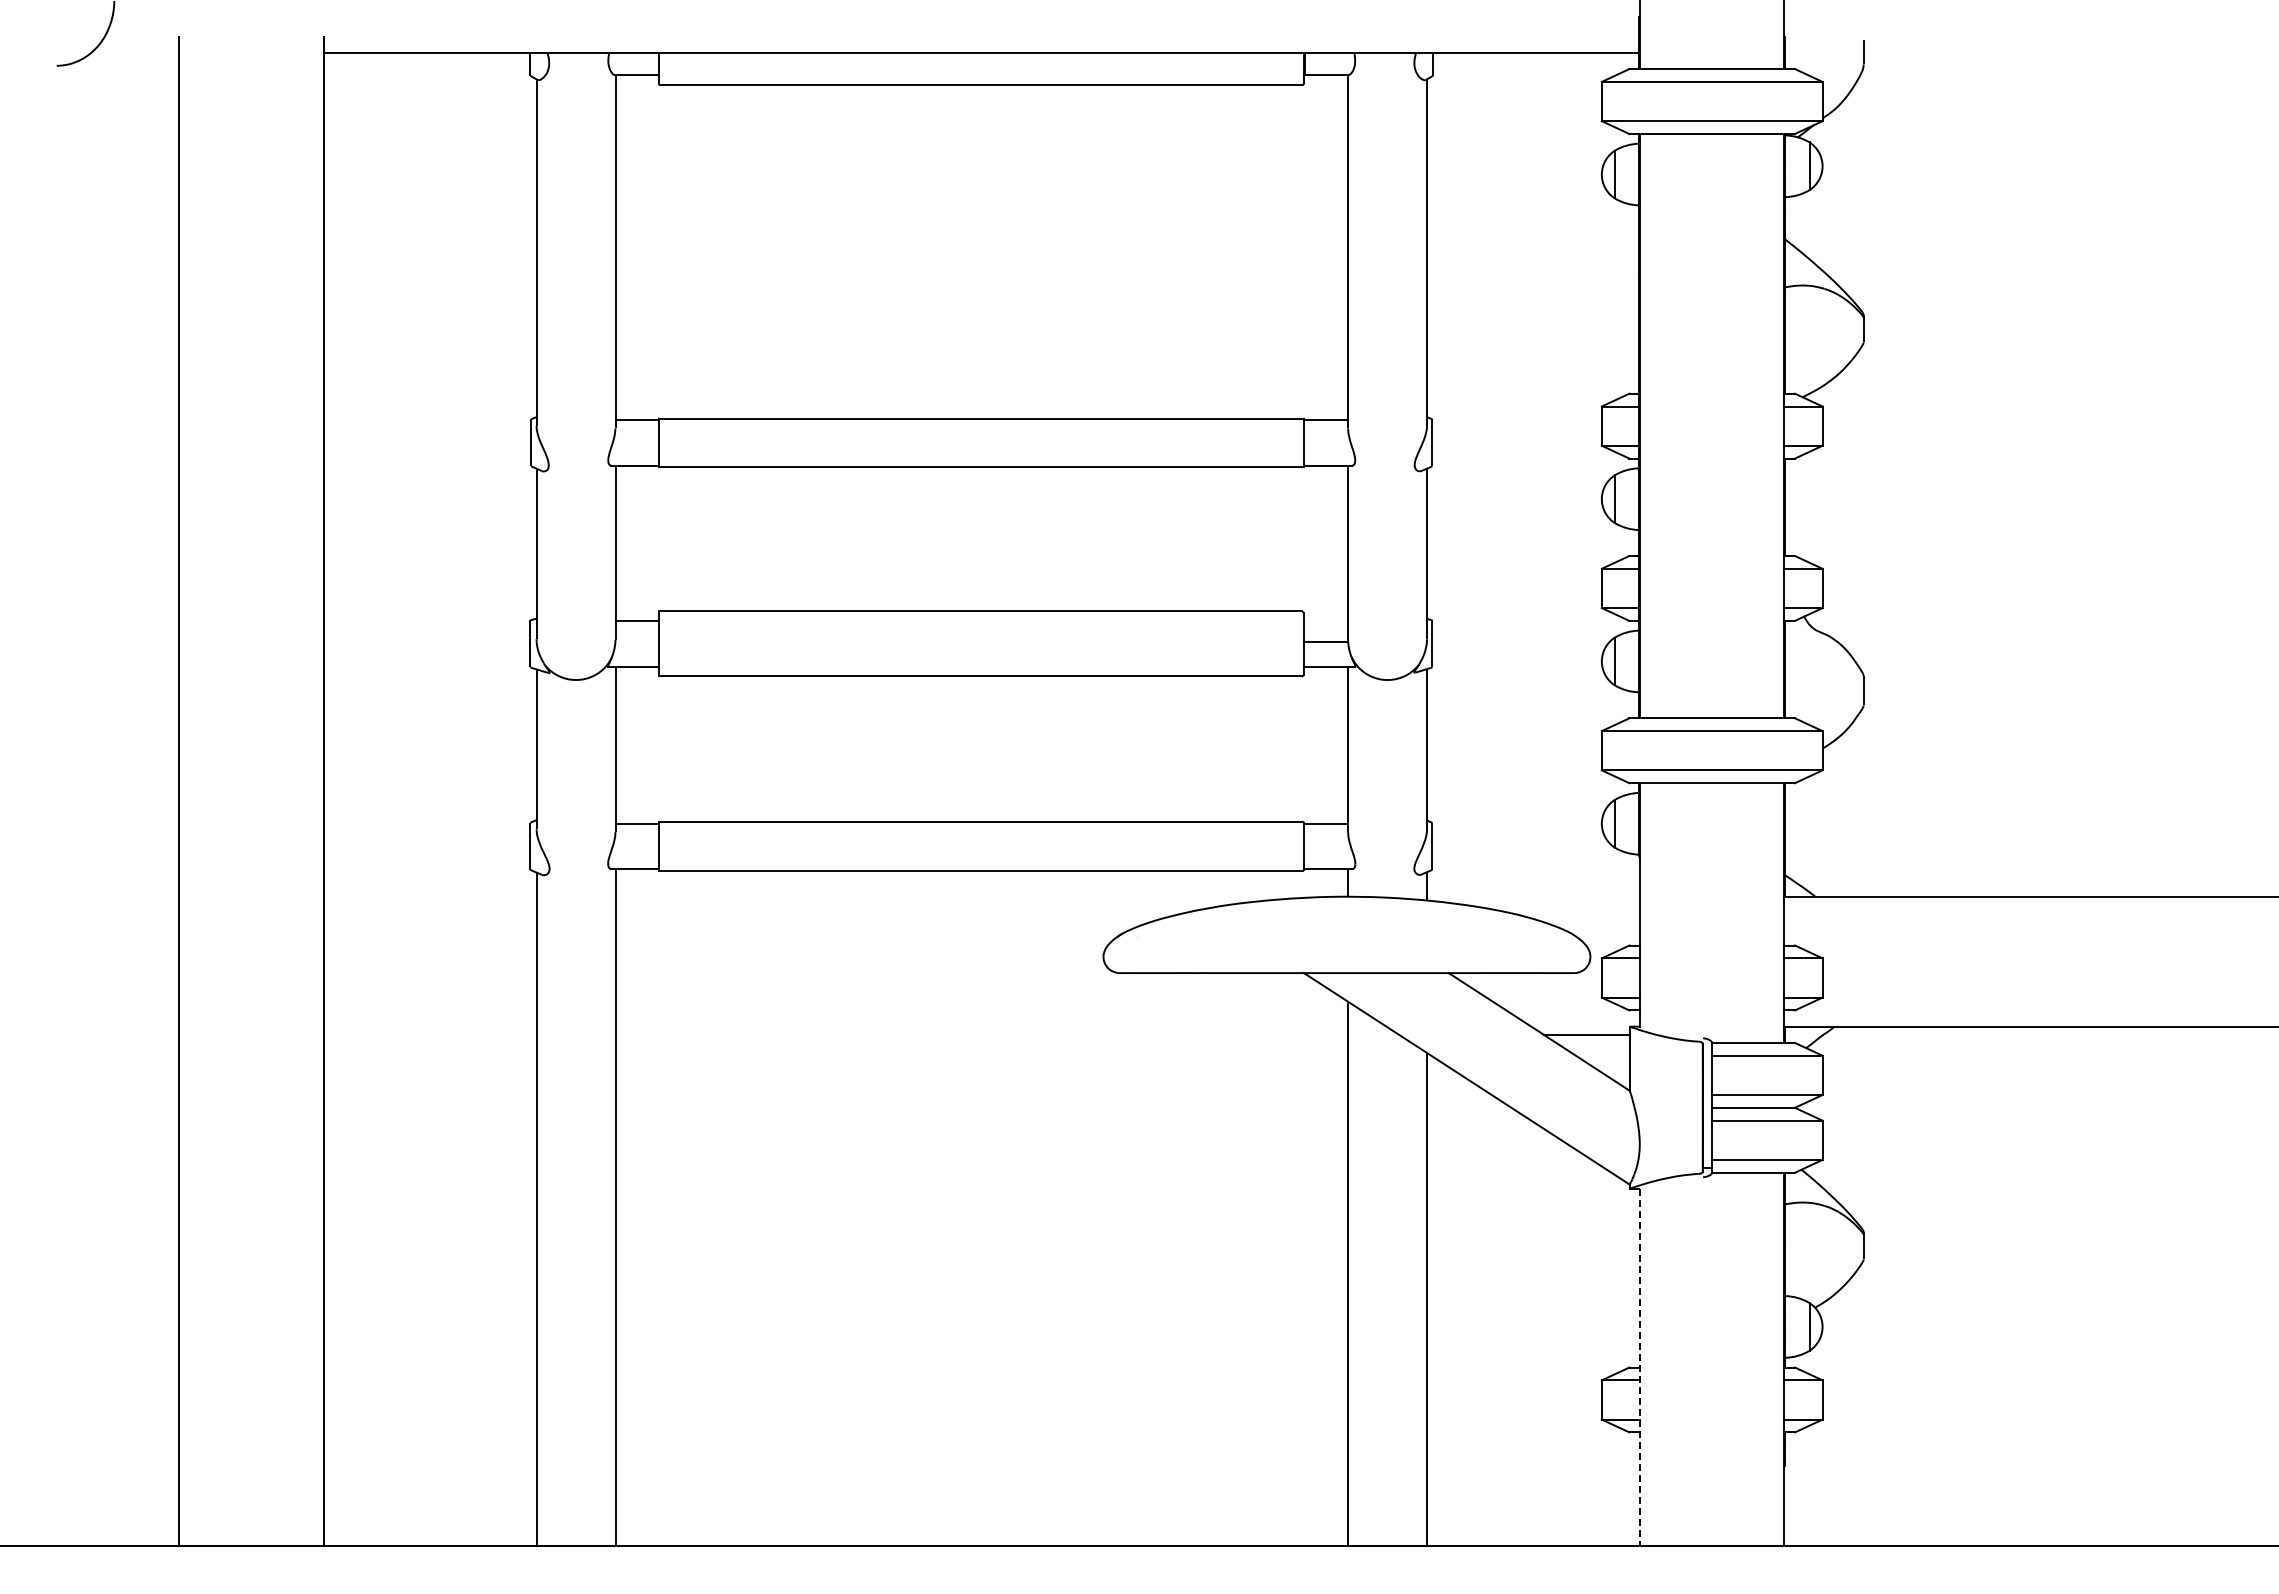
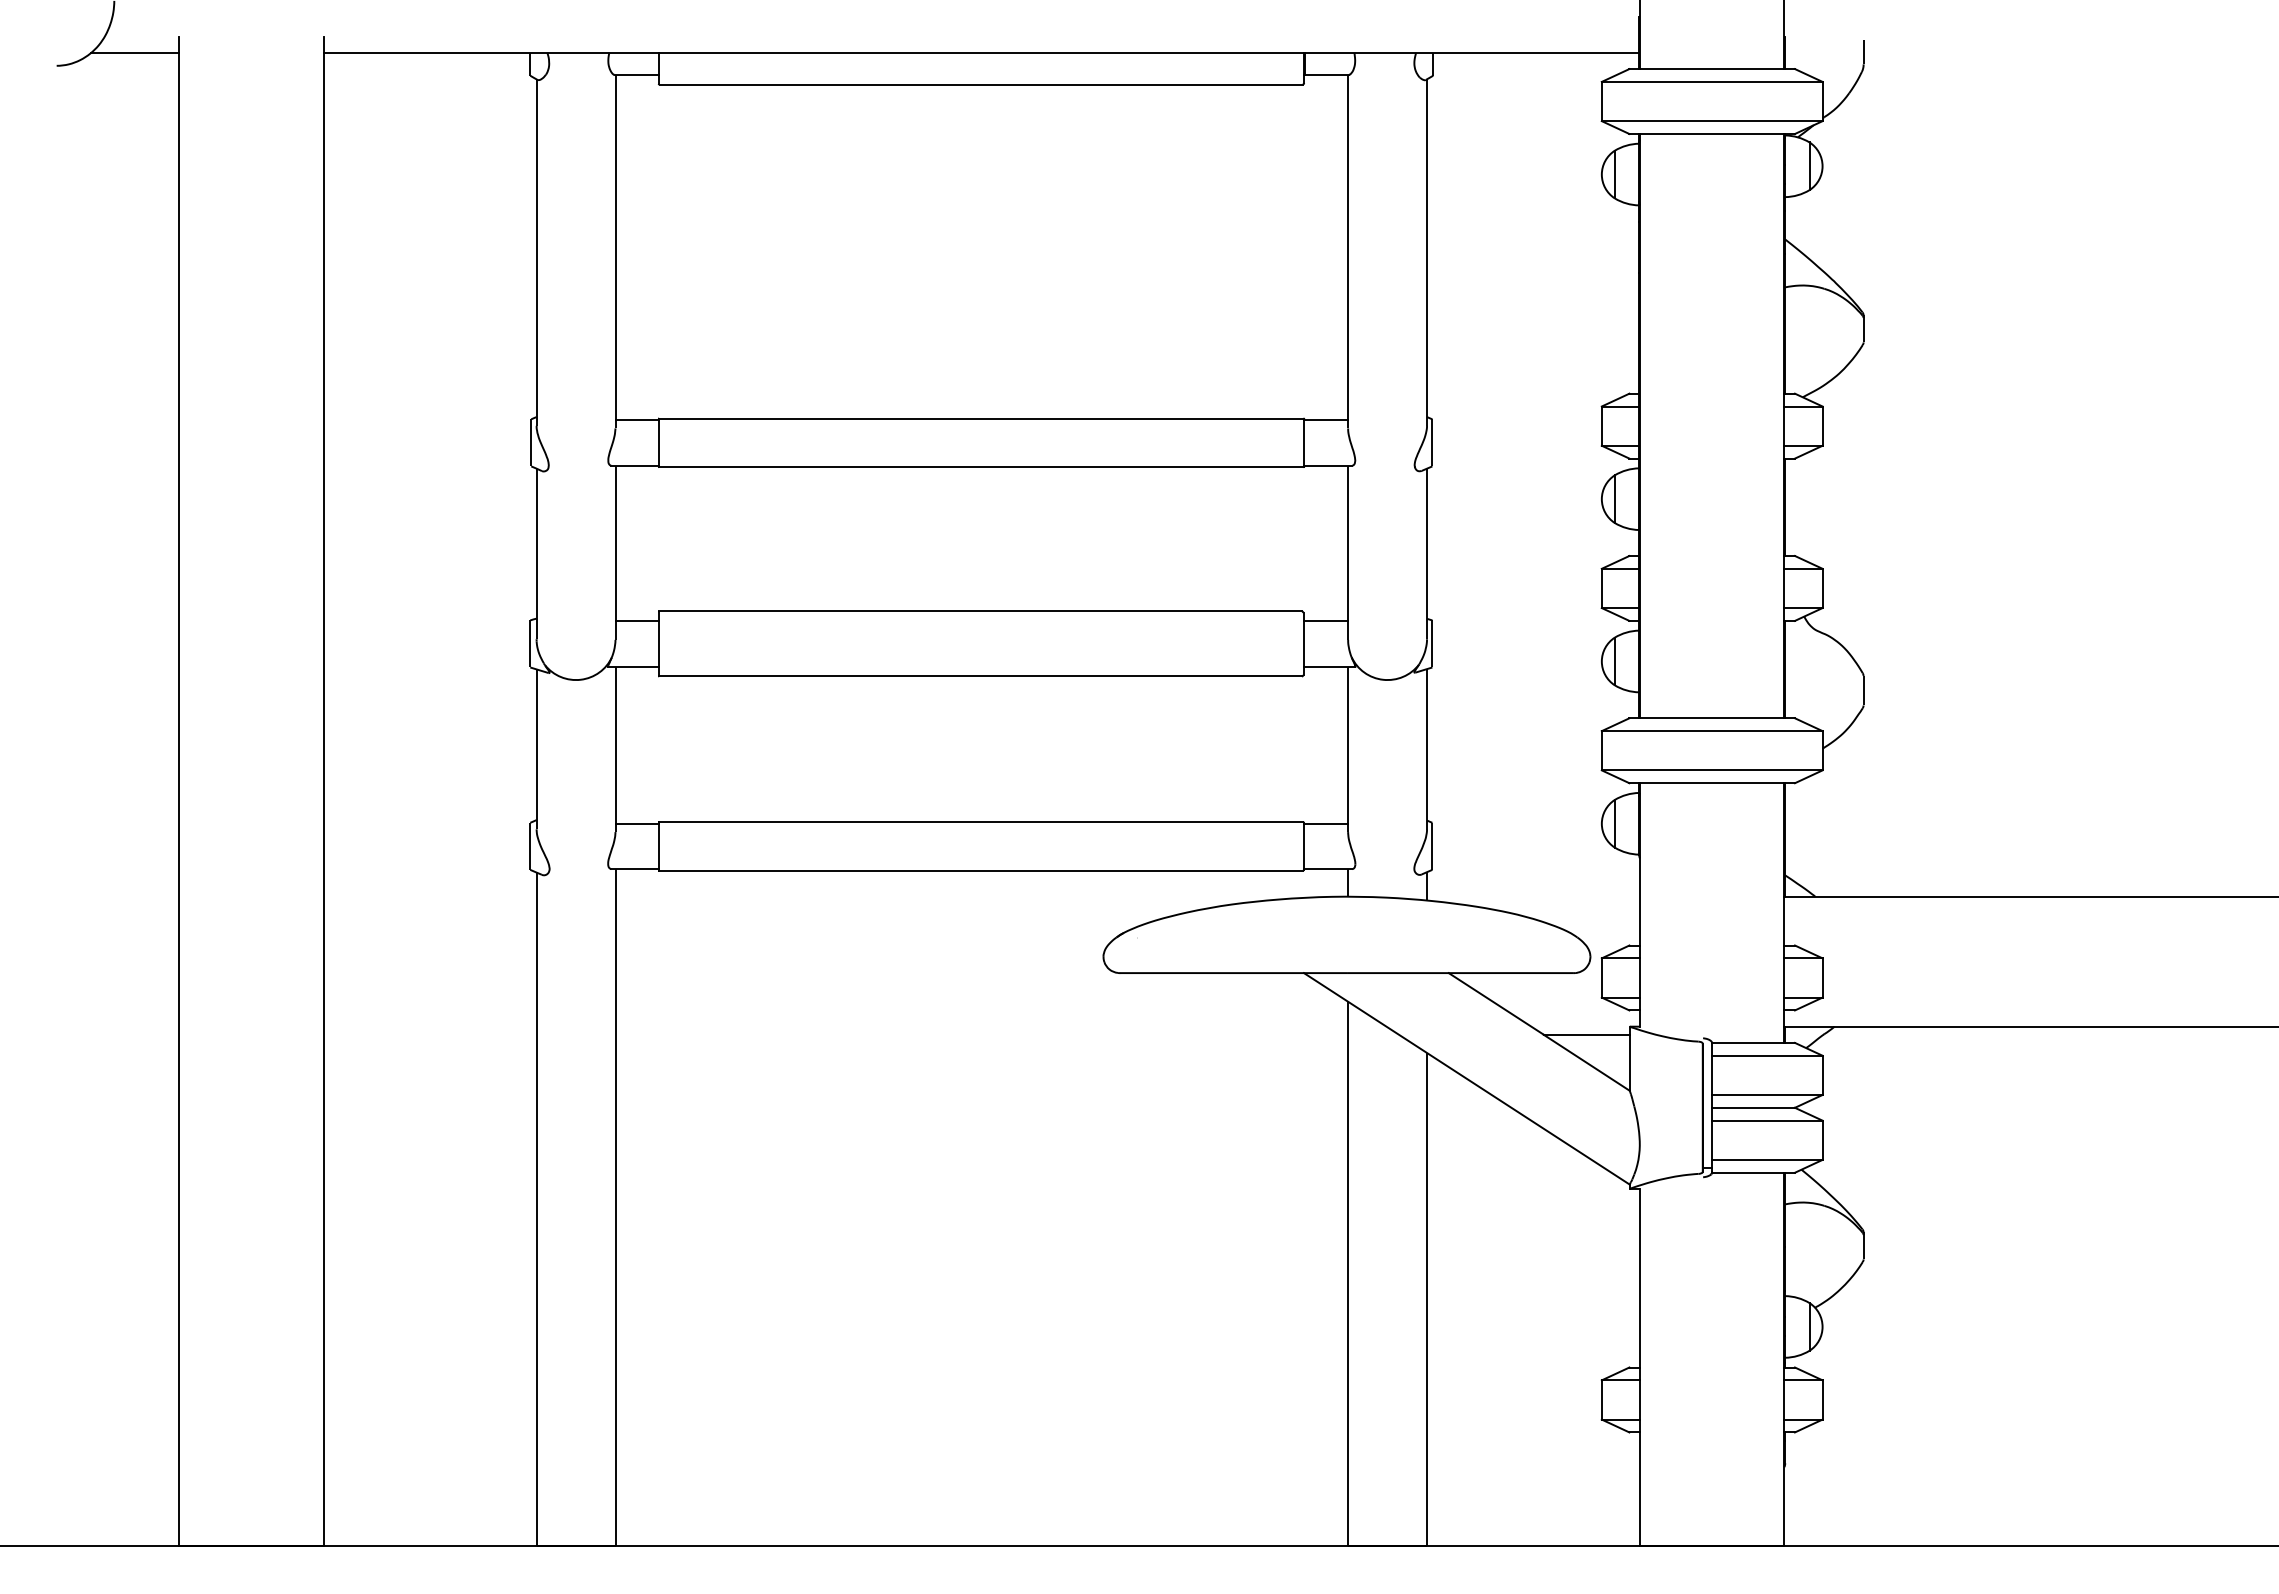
line at (135, 52): none -> present
line at (1325, 642) position: (1325, 642) -> (1325, 621)
line at (1639, 1367): dashed -> solid
